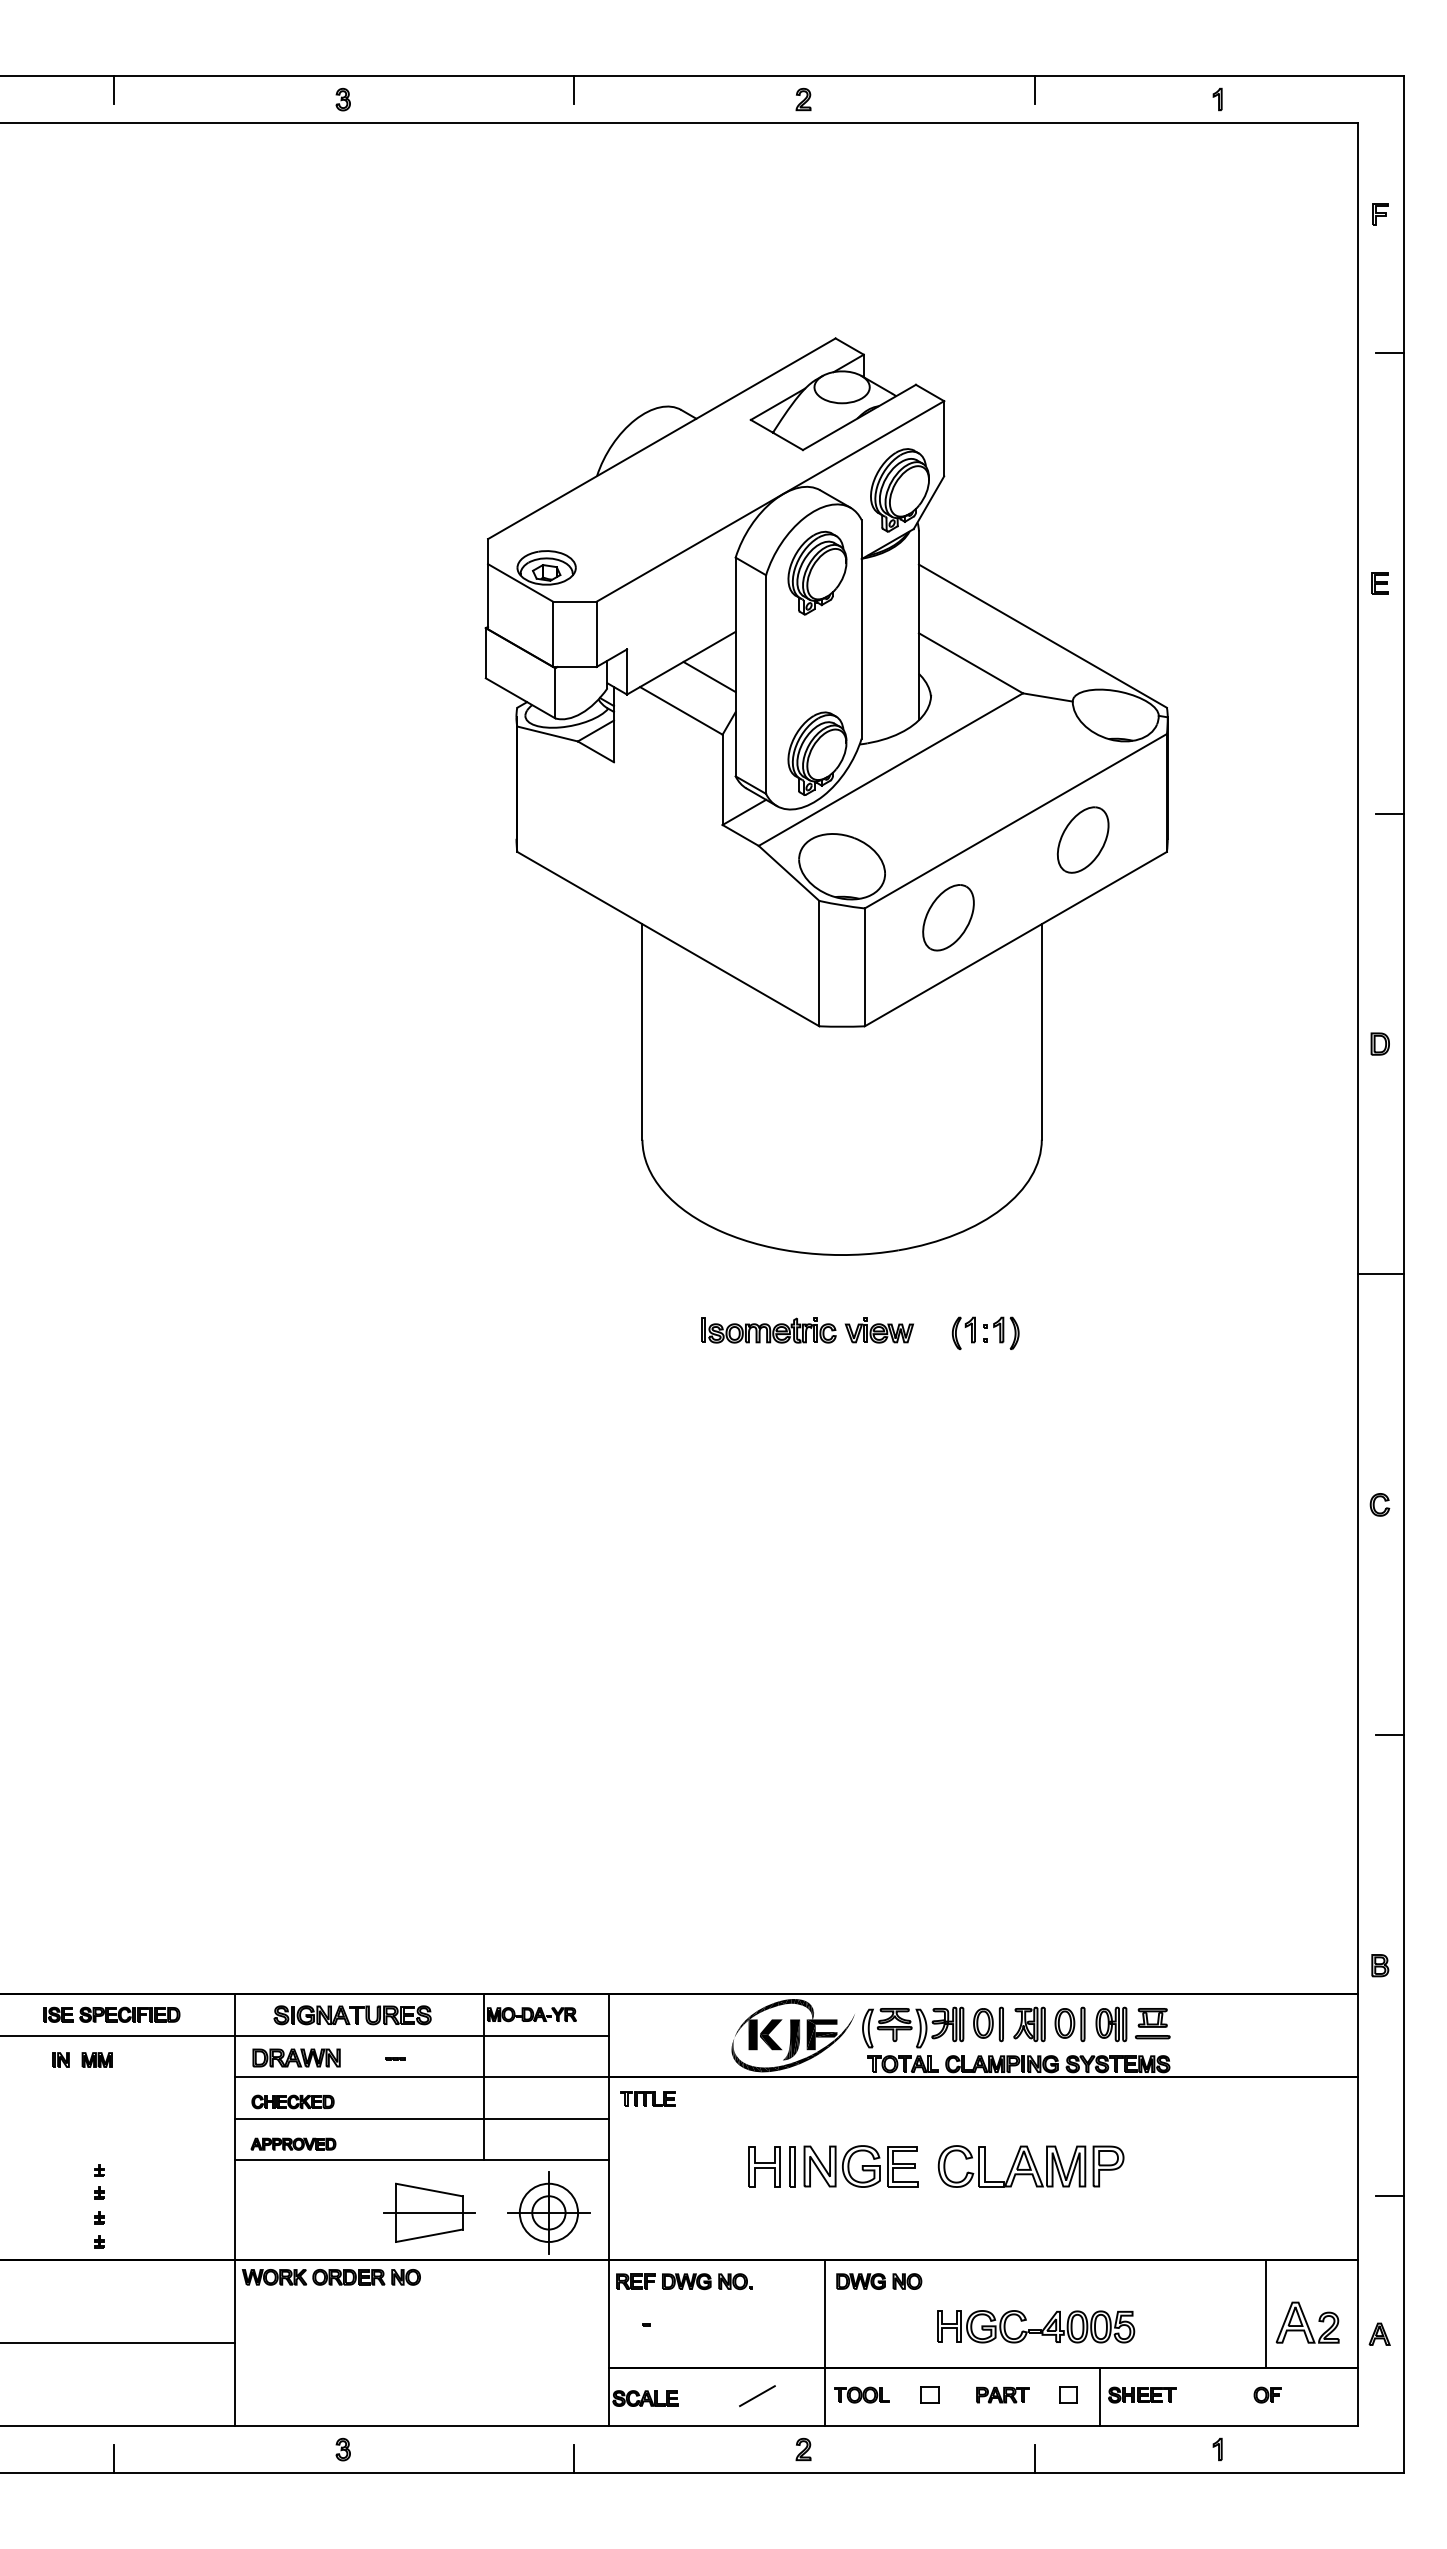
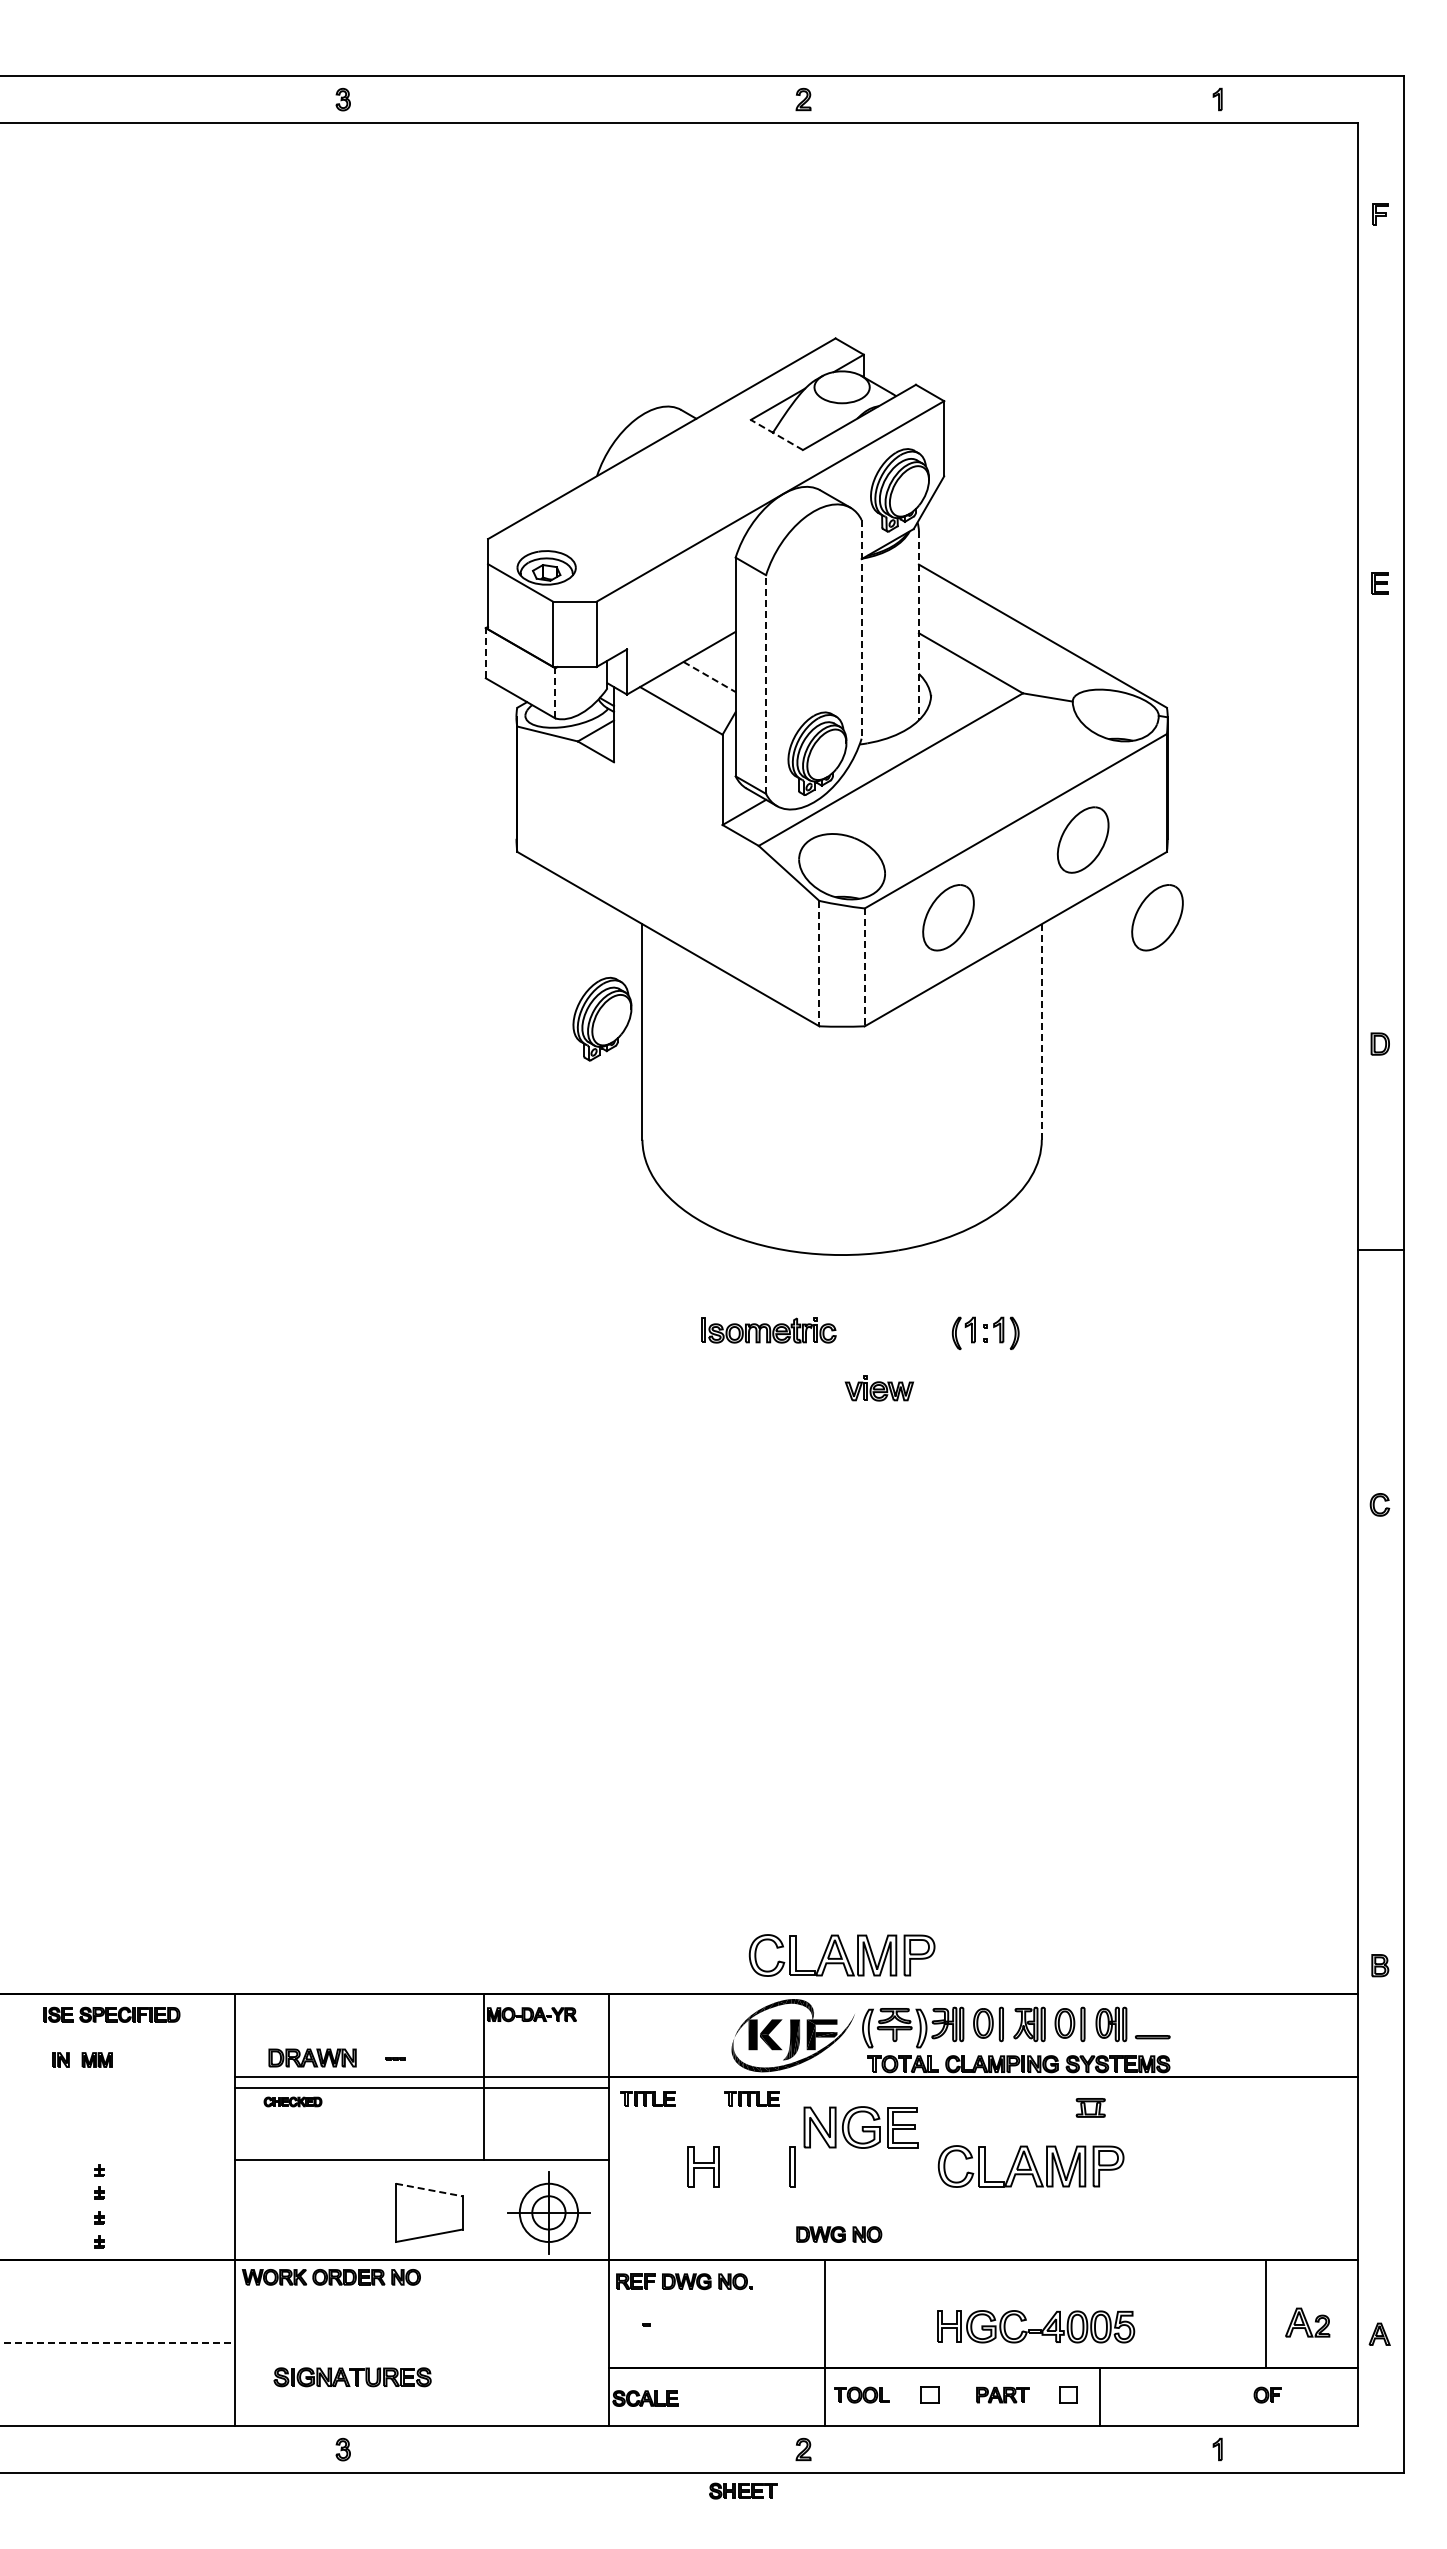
line at (113, 90): present -> none
line at (574, 90): present -> none
line at (1035, 90): present -> none
line at (1389, 352): present -> none
line at (776, 434): solid -> dashed
part at (817, 572) position: (817, 572) -> (602, 1018)
line at (918, 626): solid -> dashed
line at (861, 629): solid -> dashed
line at (485, 652): solid -> dashed
line at (710, 677): solid -> dashed
line at (766, 684): solid -> dashed
line at (555, 692): solid -> dashed
line at (1389, 813): present -> none
part at (1157, 917): none -> present
line at (819, 963): solid -> dashed
line at (864, 967): solid -> dashed
line at (1041, 1031): solid -> dashed
line at (1380, 1274) position: (1380, 1274) -> (1380, 1250)
part at (878, 1330) position: (878, 1330) -> (878, 1388)
line at (1389, 1735): present -> none
part at (841, 1955): none -> present
part at (352, 2015) position: (352, 2015) -> (352, 2377)
part at (1152, 2017) position: (1152, 2017) -> (1090, 2107)
line at (305, 2035): present -> none
part at (296, 2057) position: (296, 2057) -> (312, 2057)
part at (751, 2098): none -> present
part at (292, 2101) size: 84x16 px -> 60x12 px
line at (421, 2118) position: (421, 2118) -> (421, 2087)
part at (293, 2143): present -> none
part at (764, 2166) position: (764, 2166) -> (703, 2166)
part at (860, 2166) position: (860, 2166) -> (860, 2127)
line at (429, 2190): solid -> dashed
line at (1389, 2196): present -> none
line at (429, 2212): present -> none
part at (879, 2281) position: (879, 2281) -> (839, 2234)
part at (1307, 2322) size: 65x43 px -> 46x31 px
line at (118, 2343): solid -> dashed
part at (1142, 2394) position: (1142, 2394) -> (743, 2490)
line at (757, 2396): present -> none
line at (113, 2458): present -> none
line at (574, 2458): present -> none
line at (1035, 2458): present -> none
